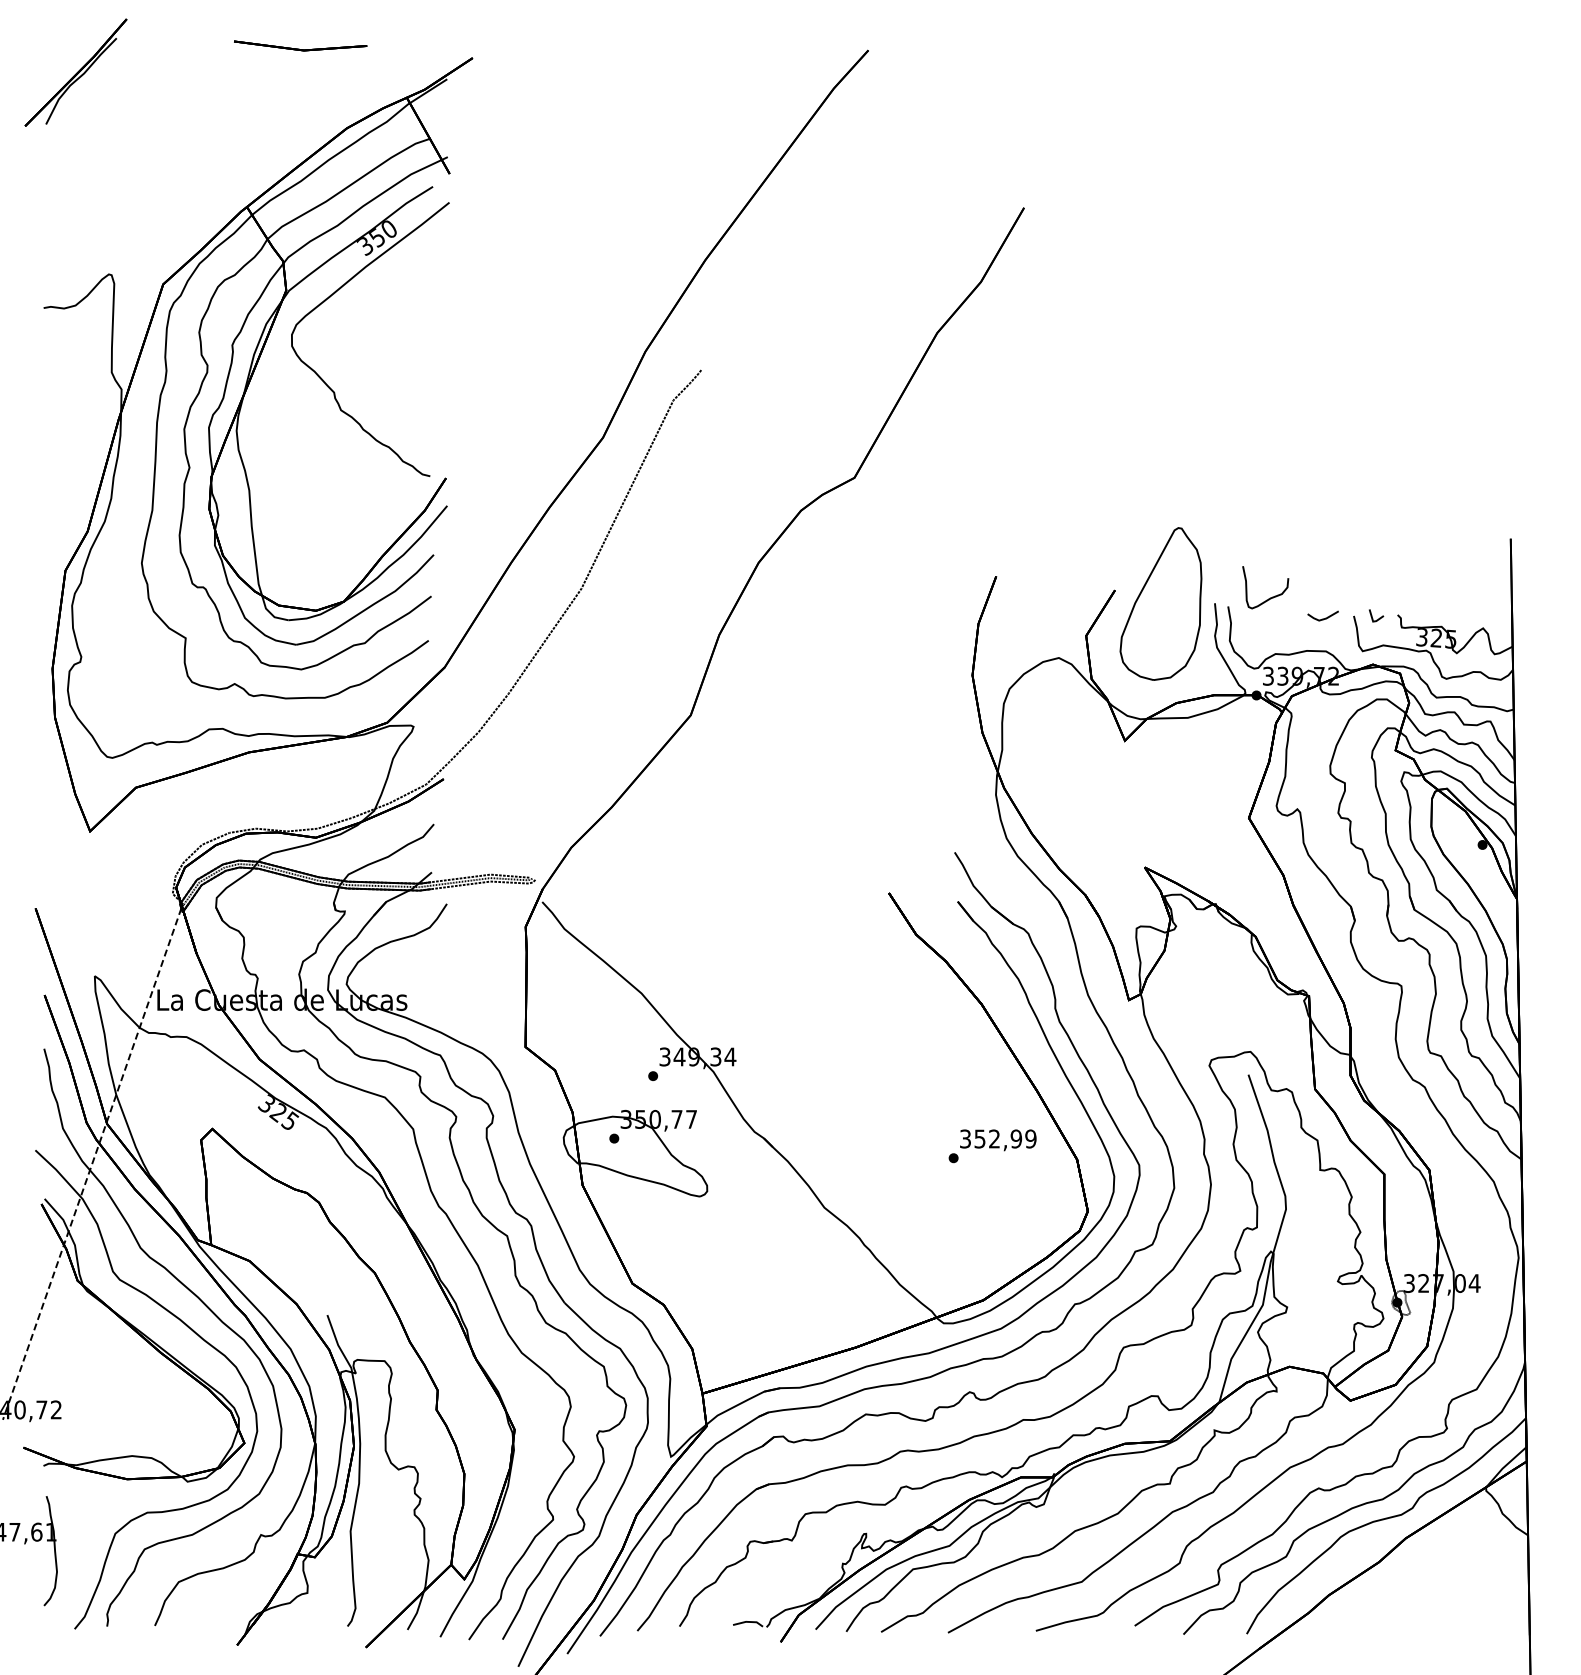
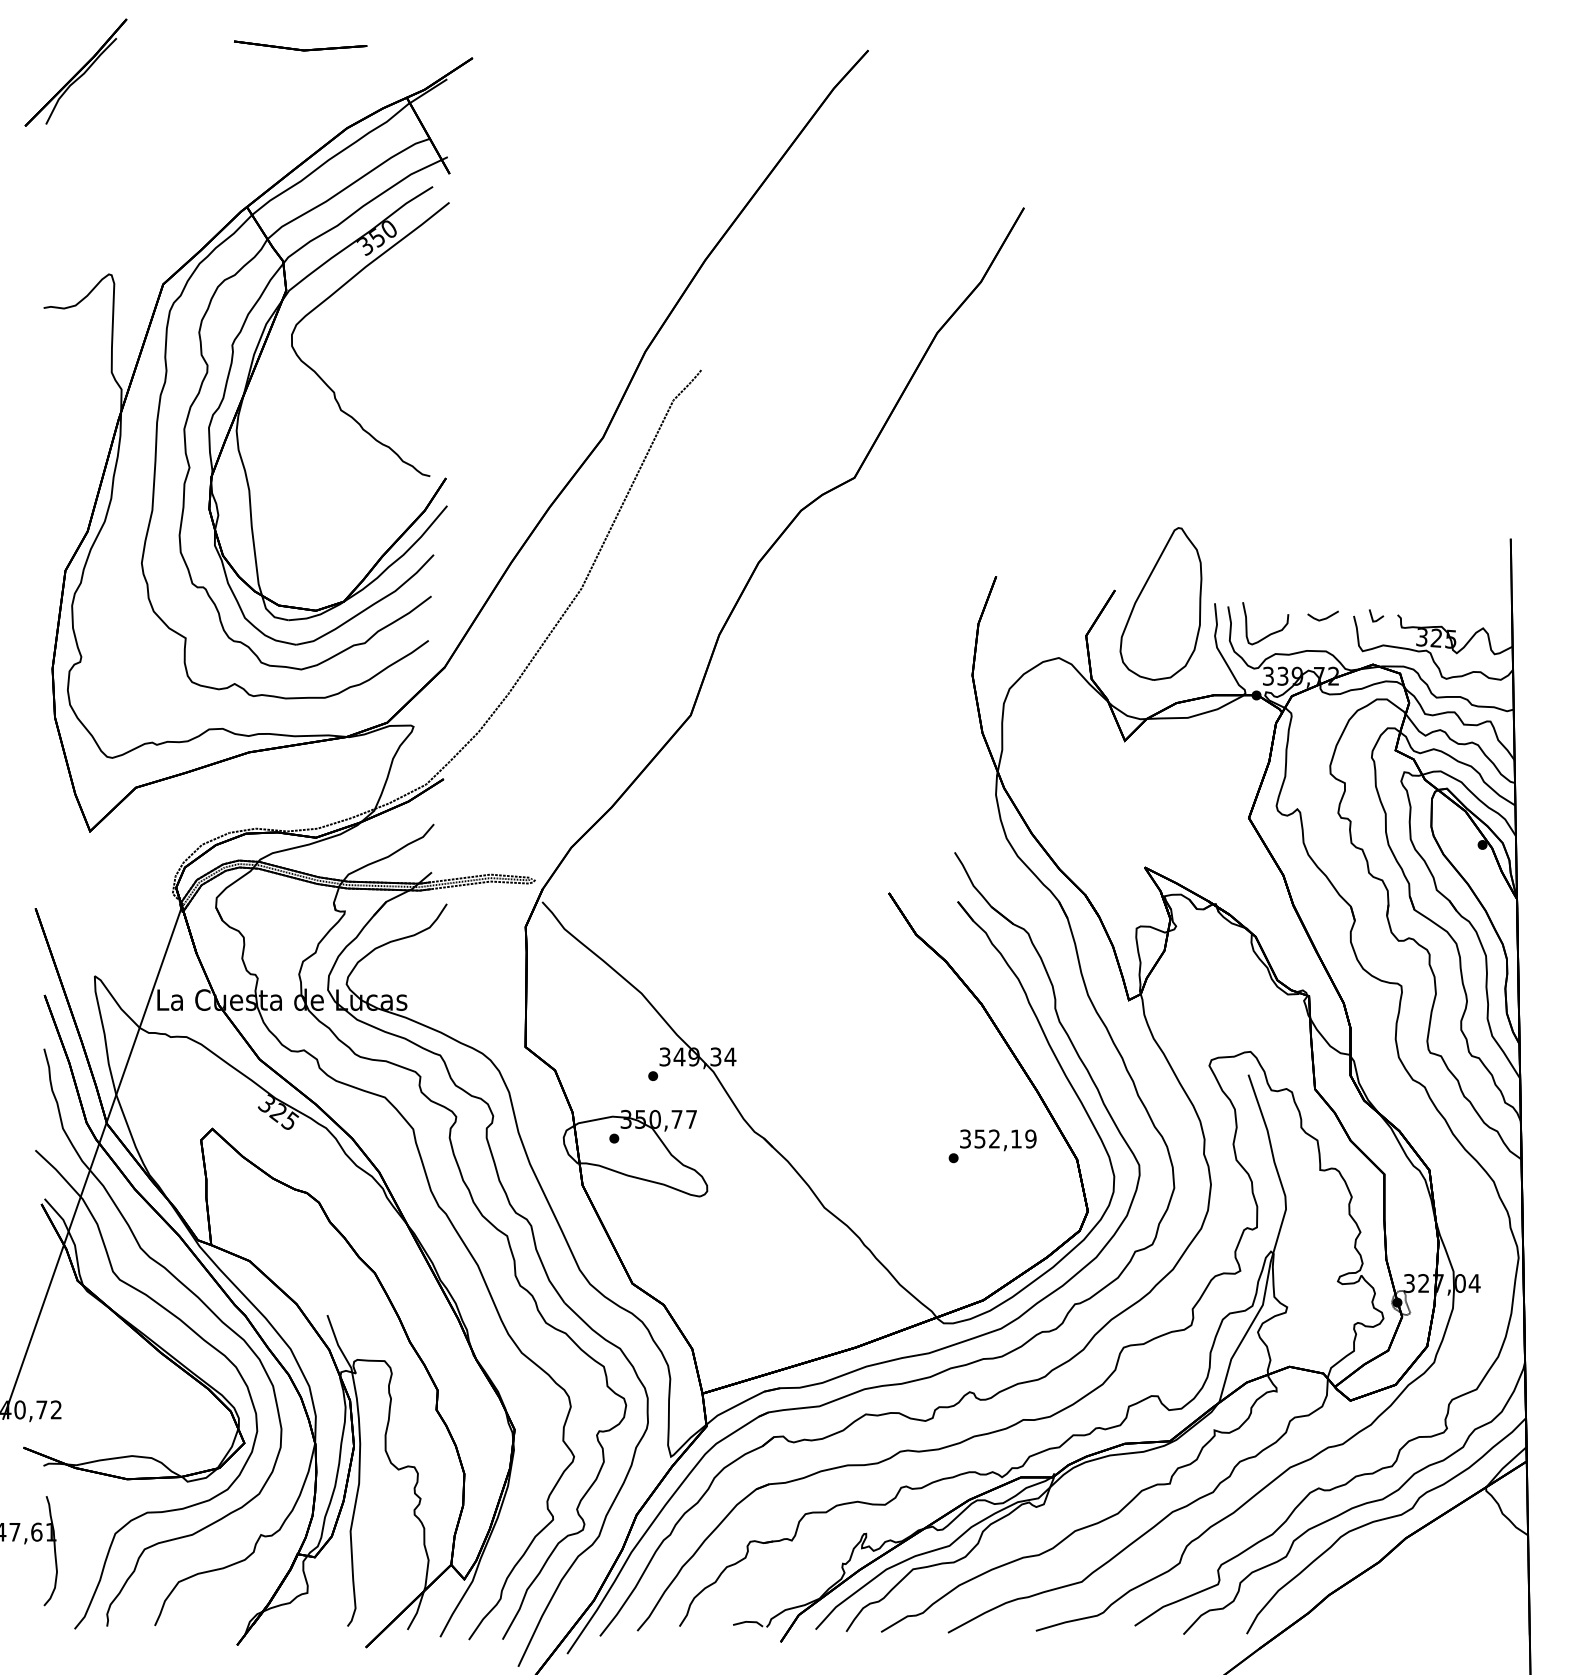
curve at (1270, 597) position: (1270, 597) -> (1270, 633)
text at (1016, 1138): 352,99 -> 352,19
line at (92, 1164): dashed -> solid
